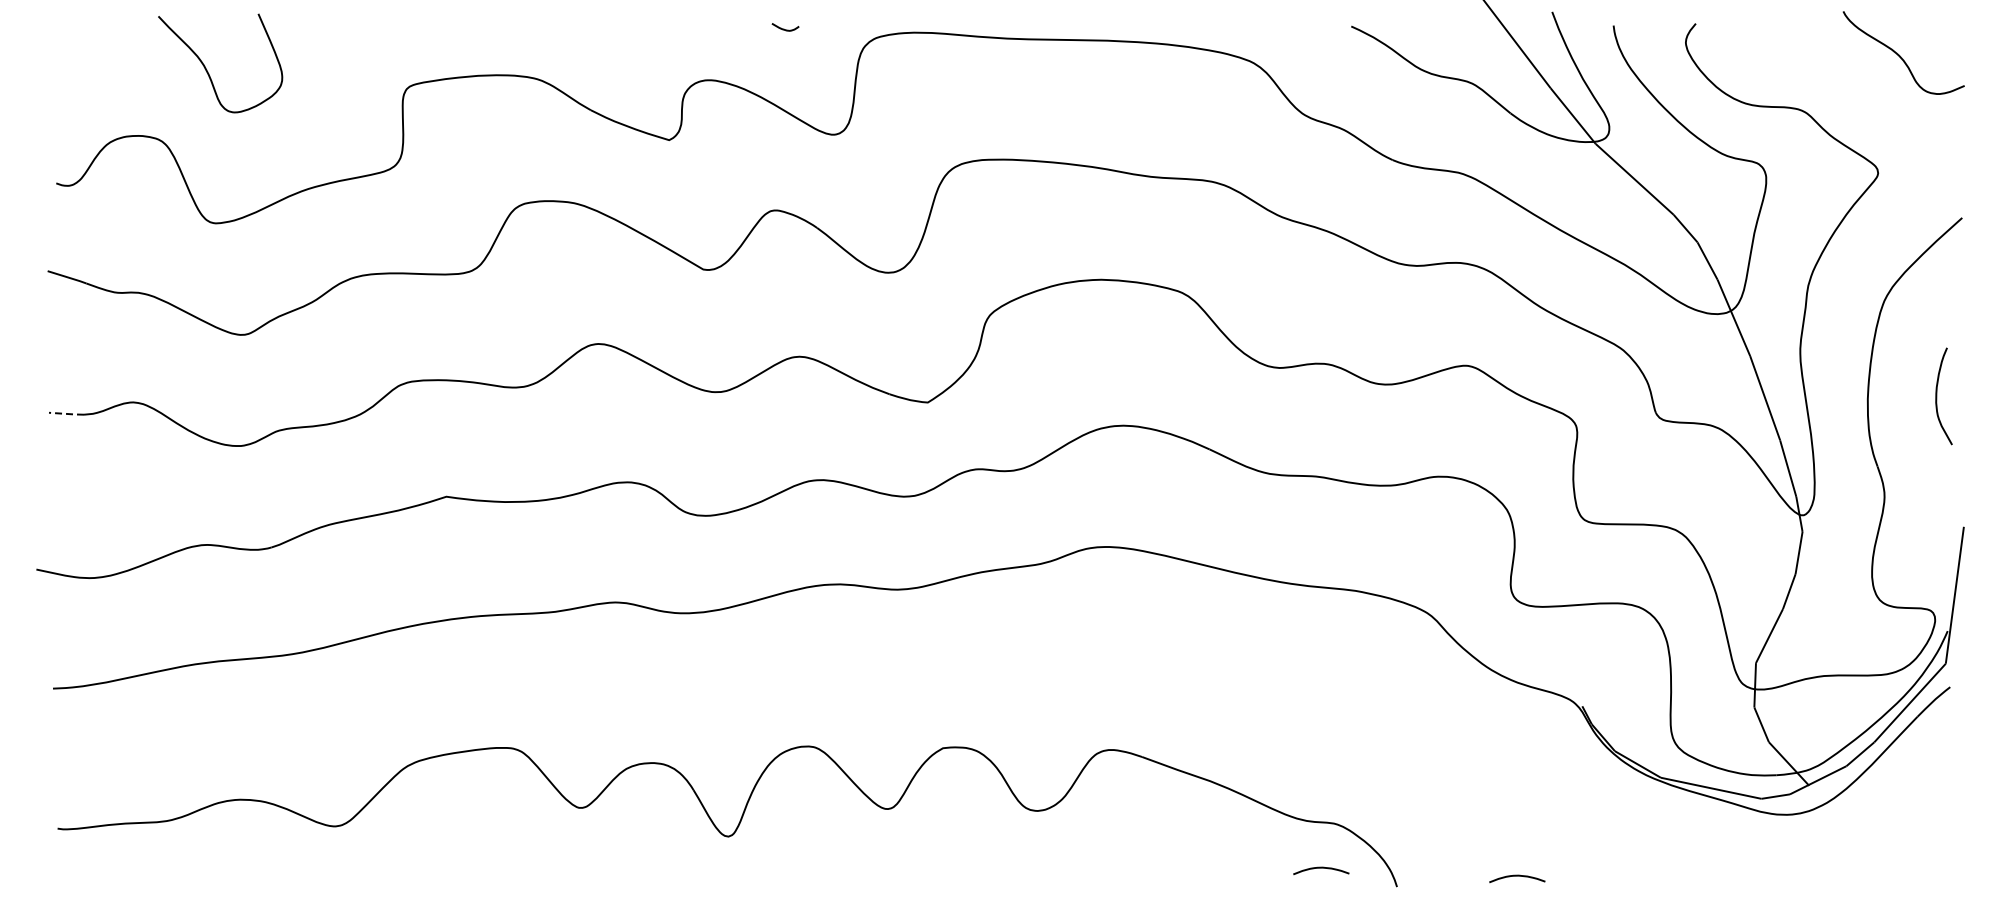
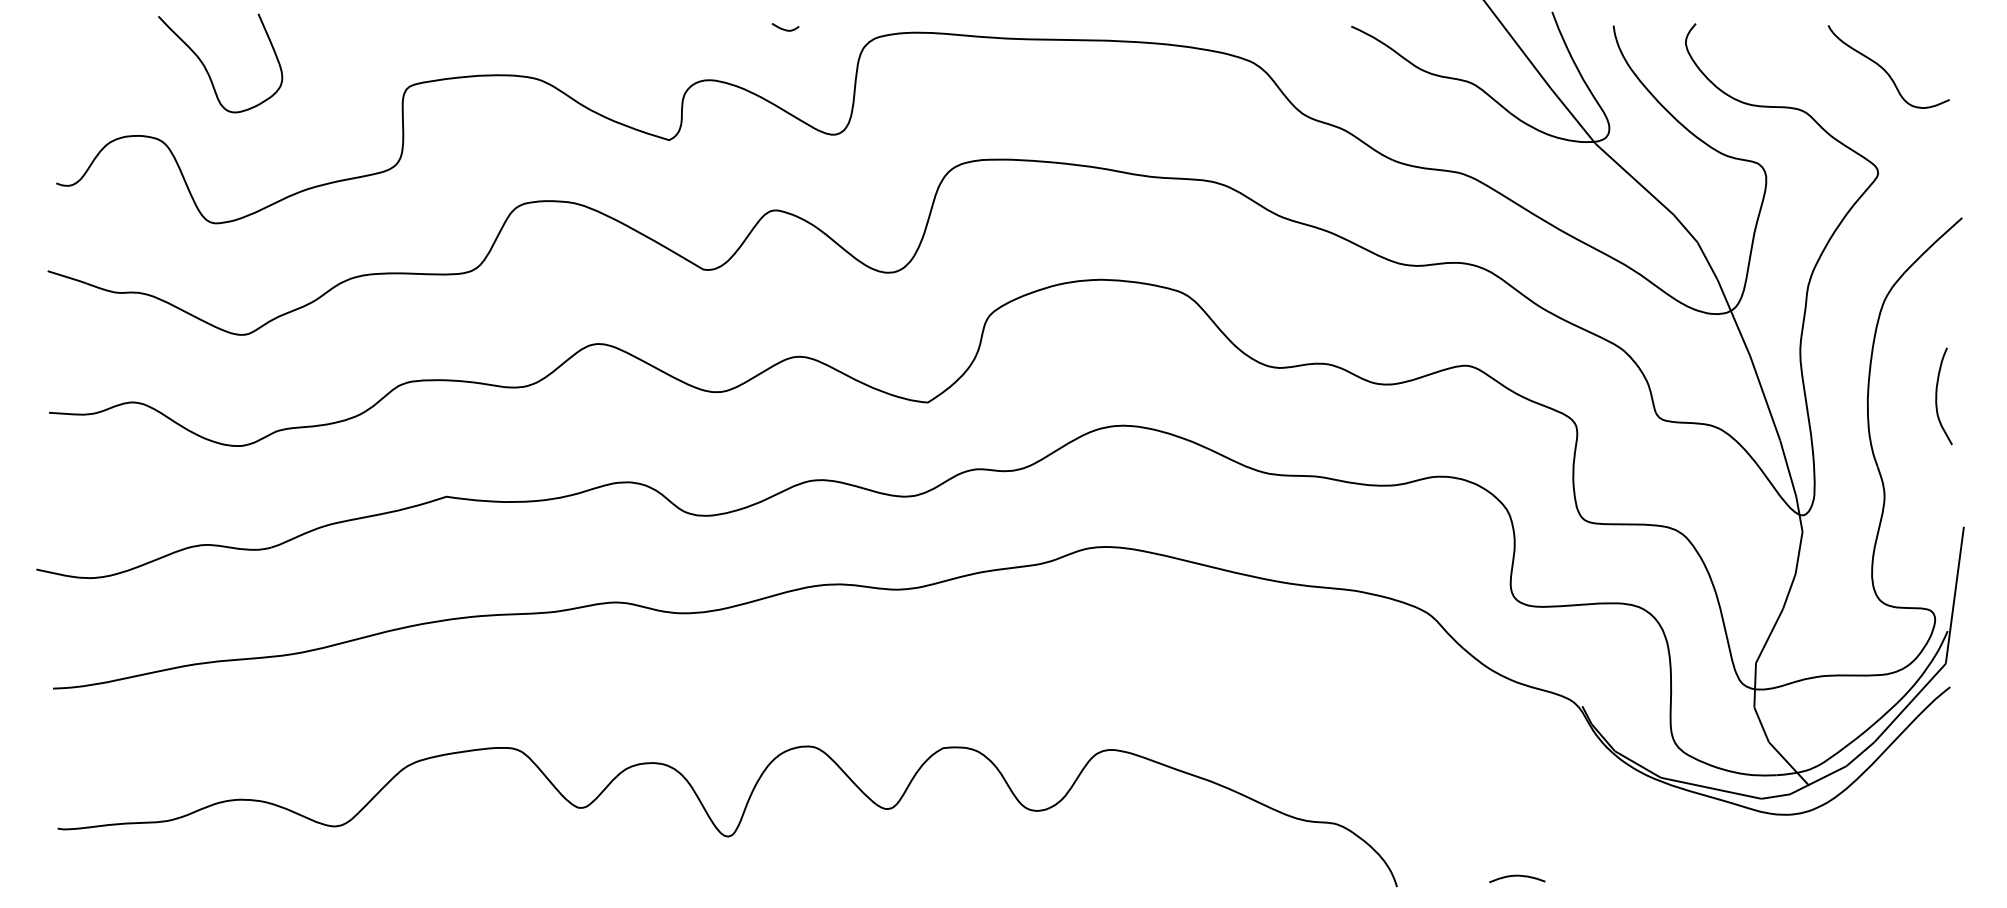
curve at (1900, 55) position: (1900, 55) -> (1885, 69)
line at (66, 413): dashed -> solid
curve at (1321, 868): present -> none
